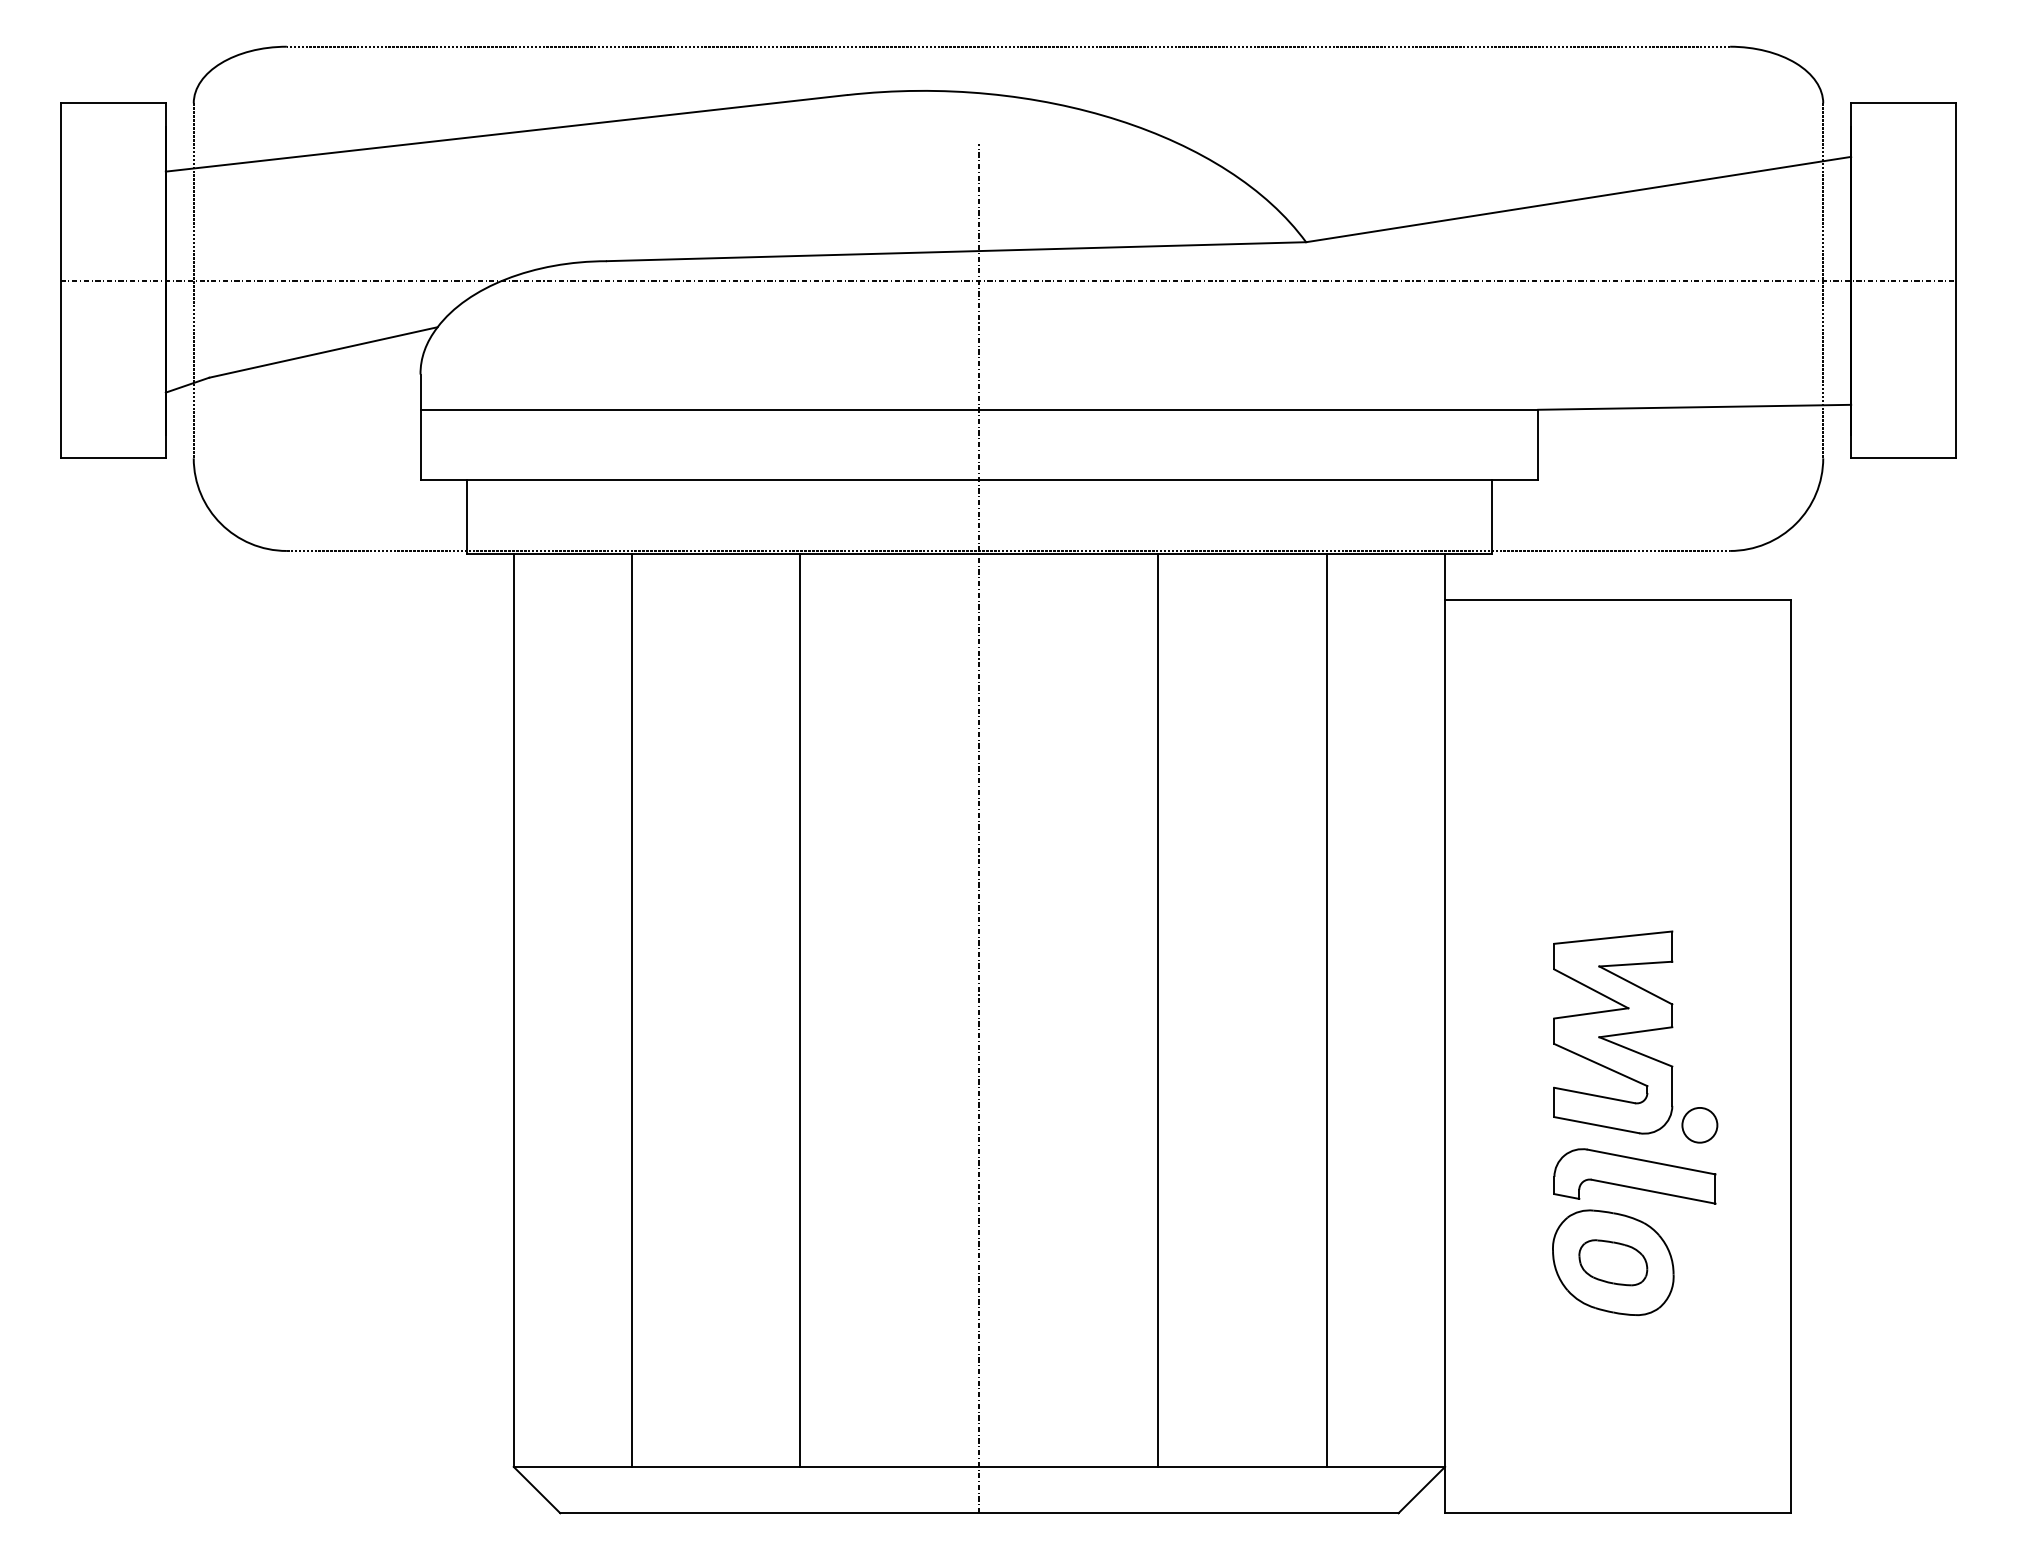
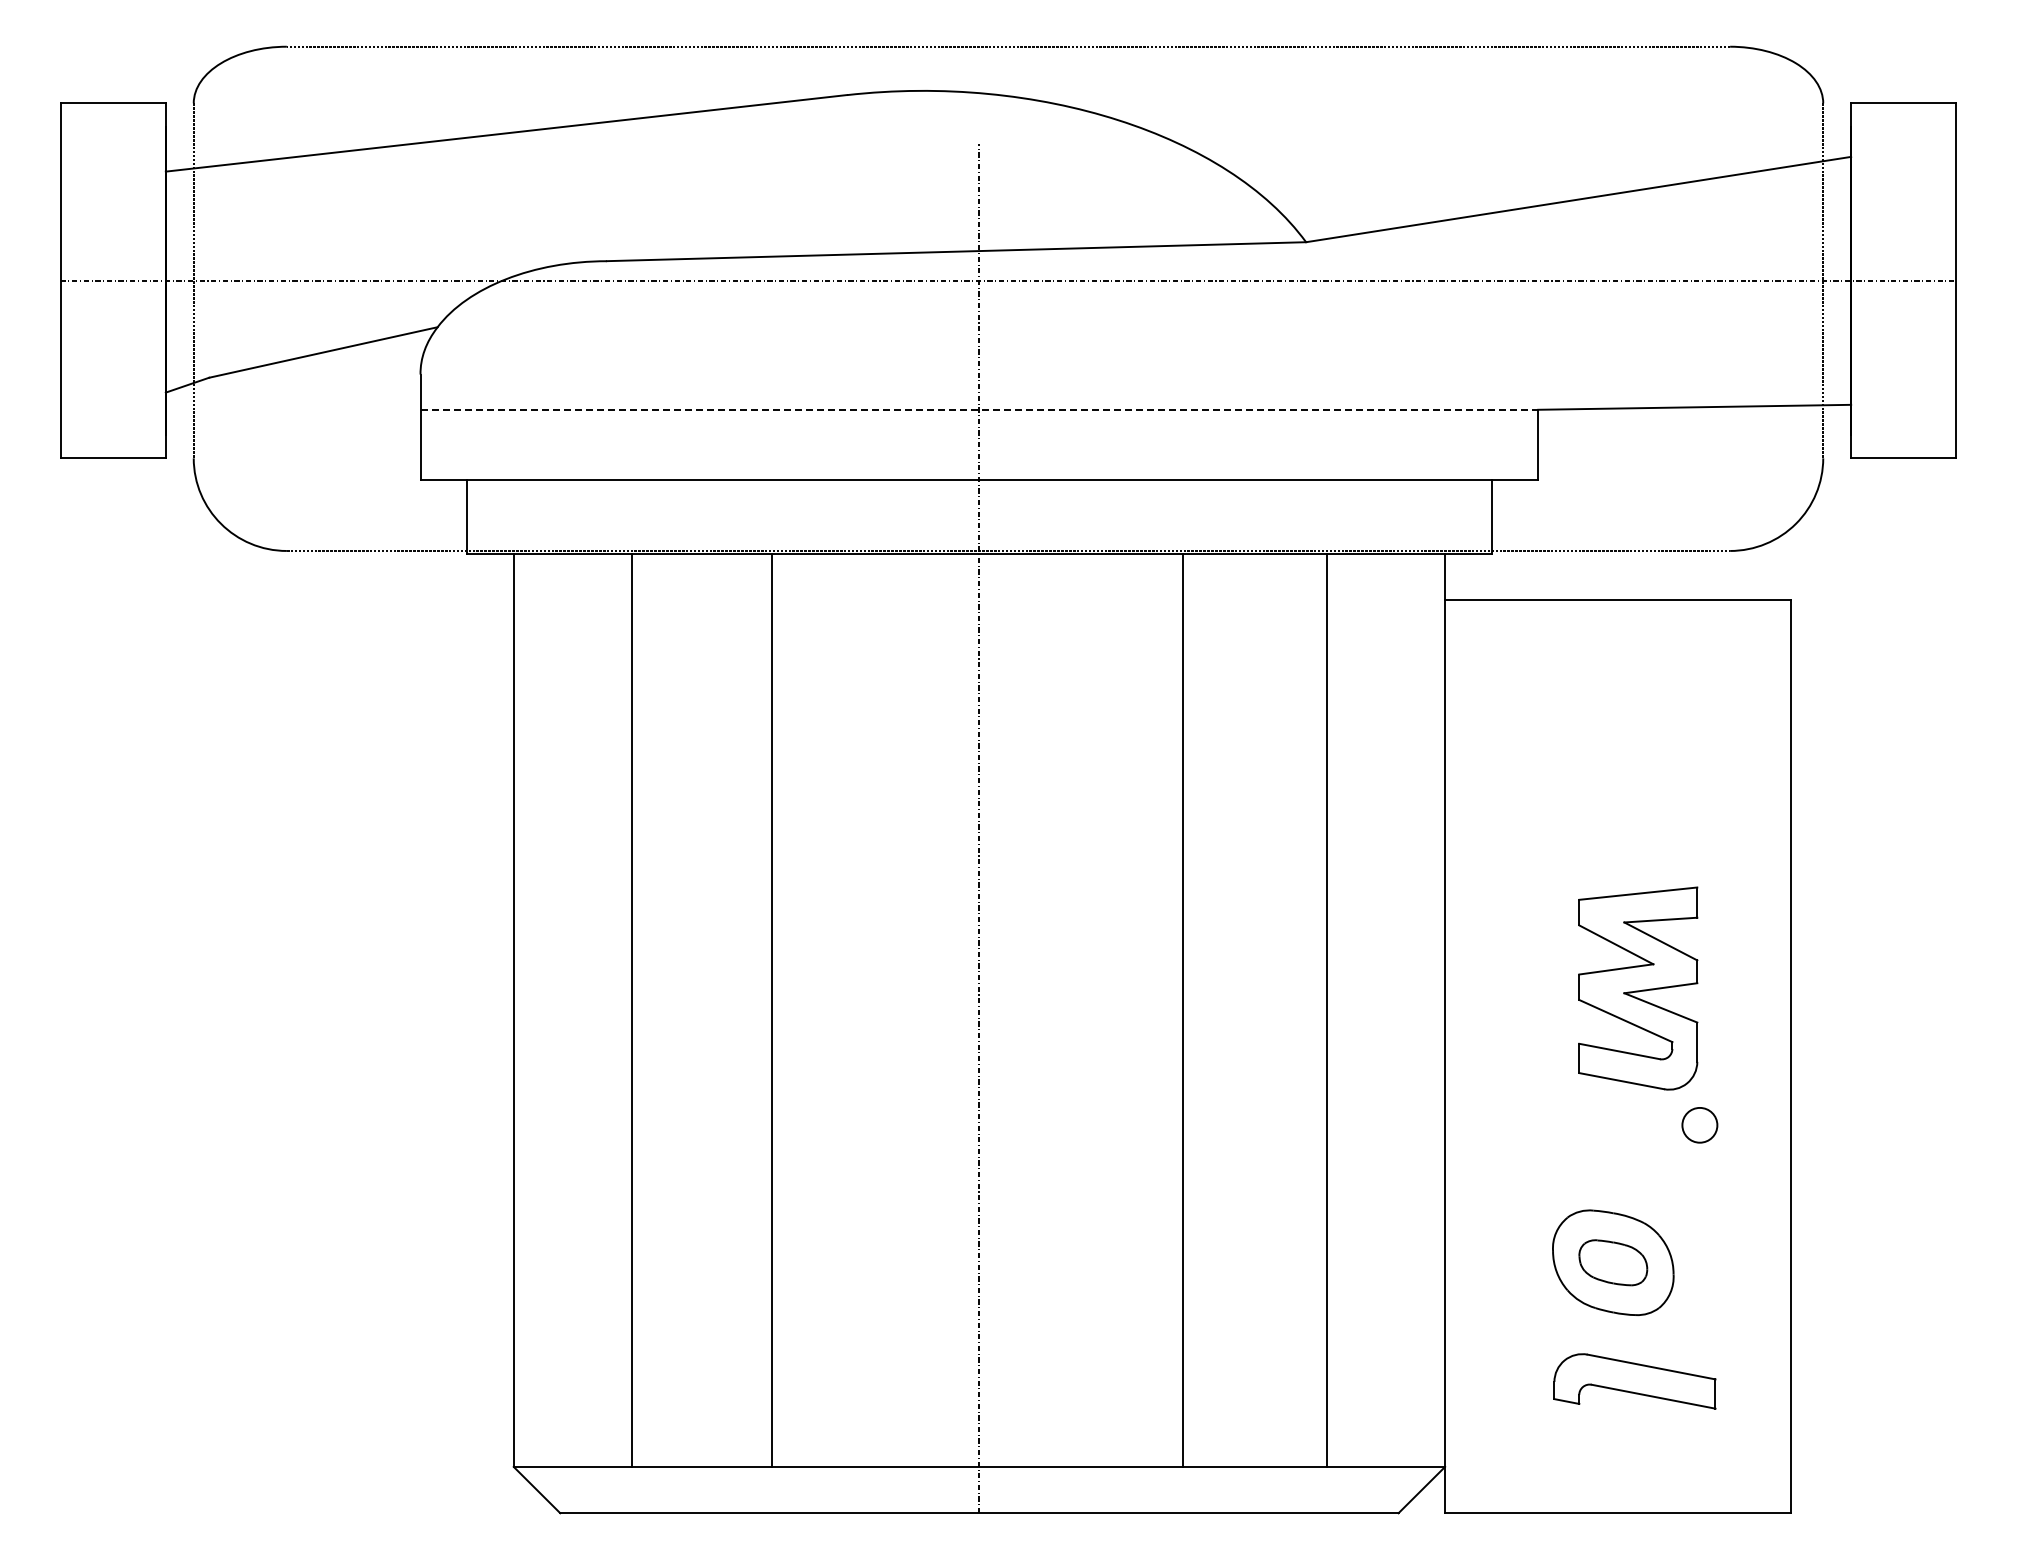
line at (979, 409): solid -> dashed
line at (800, 1009) position: (800, 1009) -> (772, 1009)
line at (1158, 1009) position: (1158, 1009) -> (1183, 1009)
part at (1613, 1032) position: (1613, 1032) -> (1638, 988)
part at (1634, 1176) position: (1634, 1176) -> (1634, 1381)
